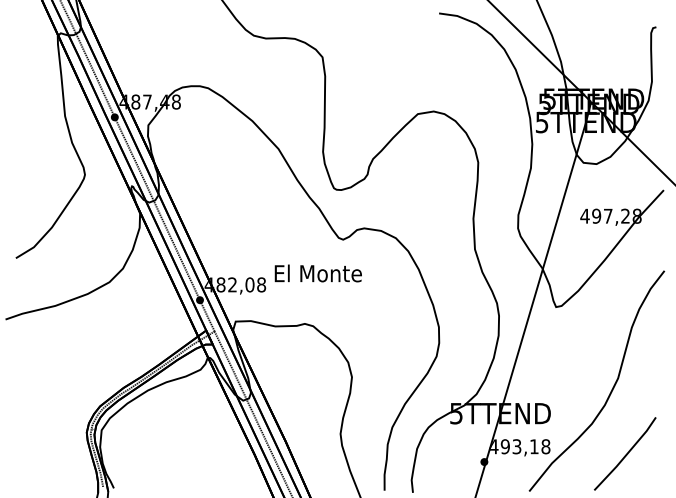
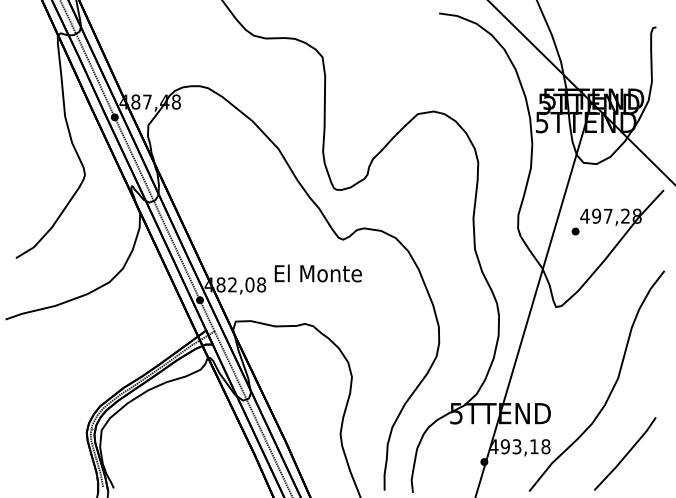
part at (575, 231): none -> present
